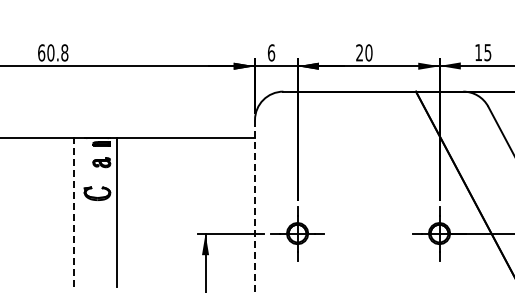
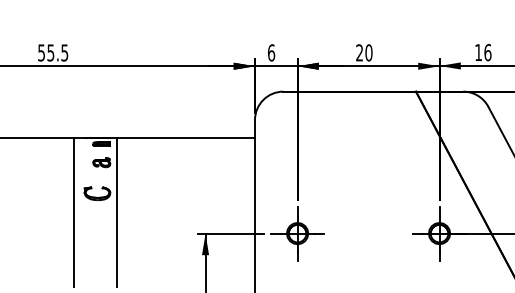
text at (53, 52): 60.8 -> 55.5
text at (487, 52): 15 -> 16
line at (255, 206): dashed -> solid
line at (74, 212): dashed -> solid
